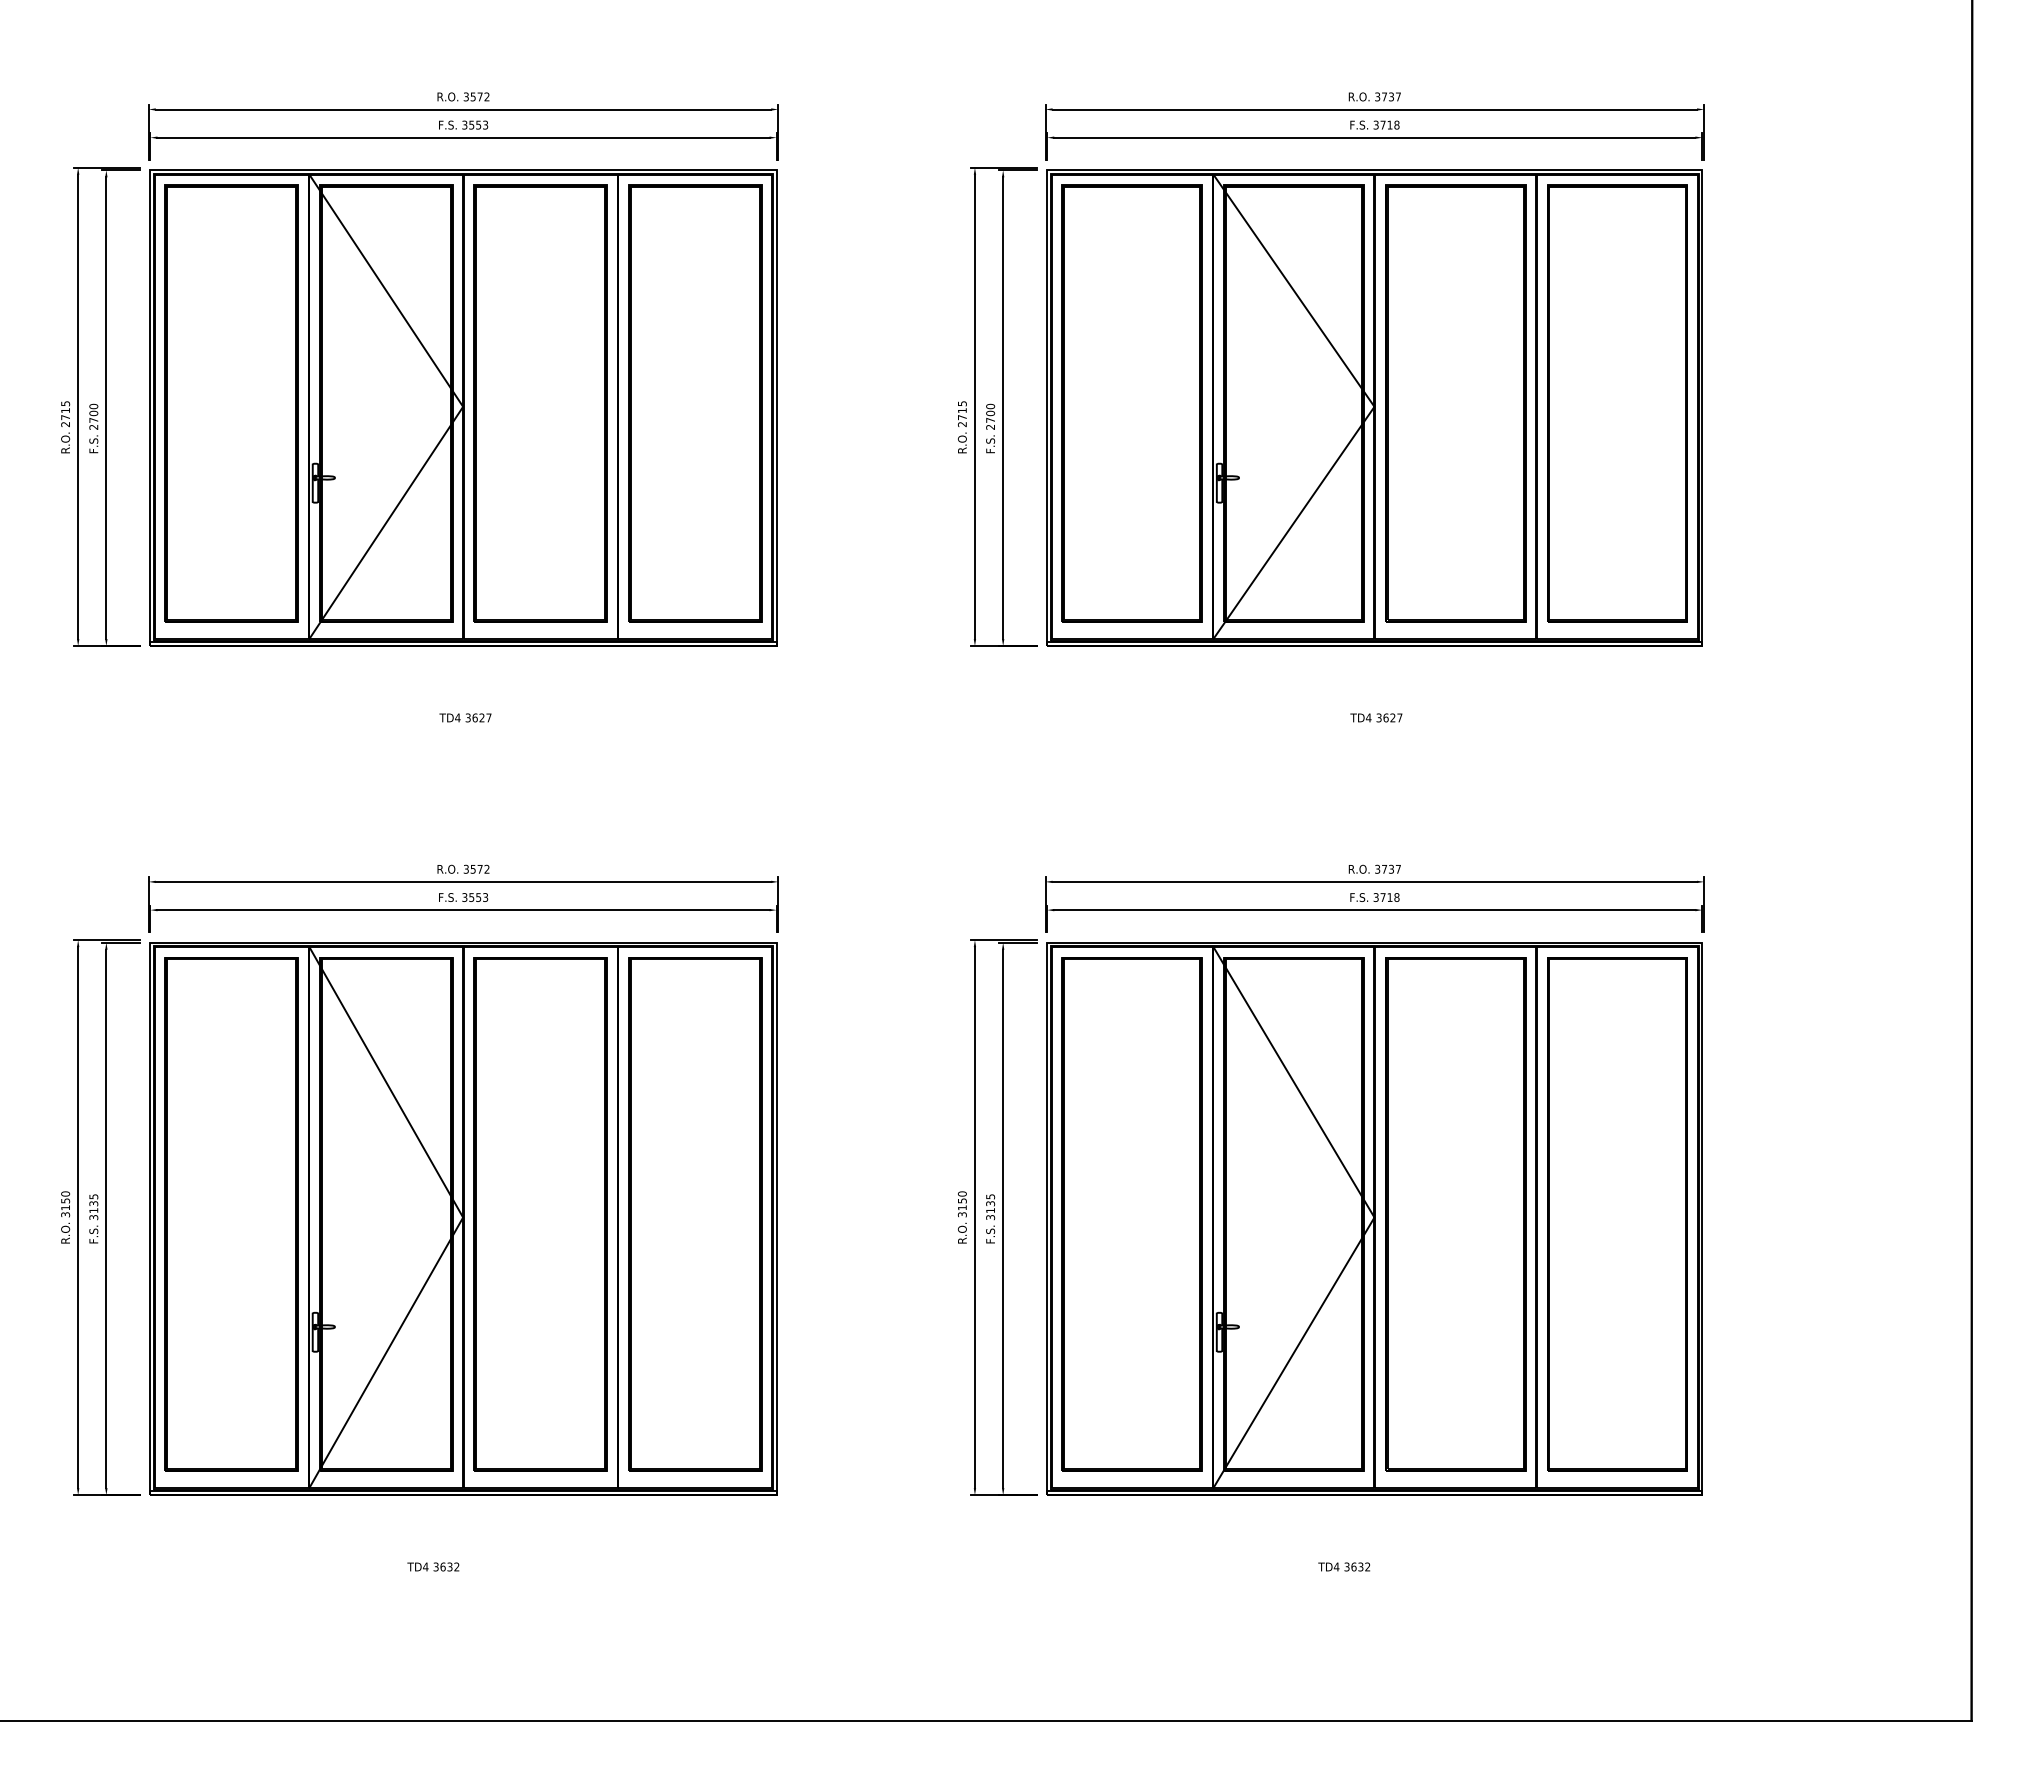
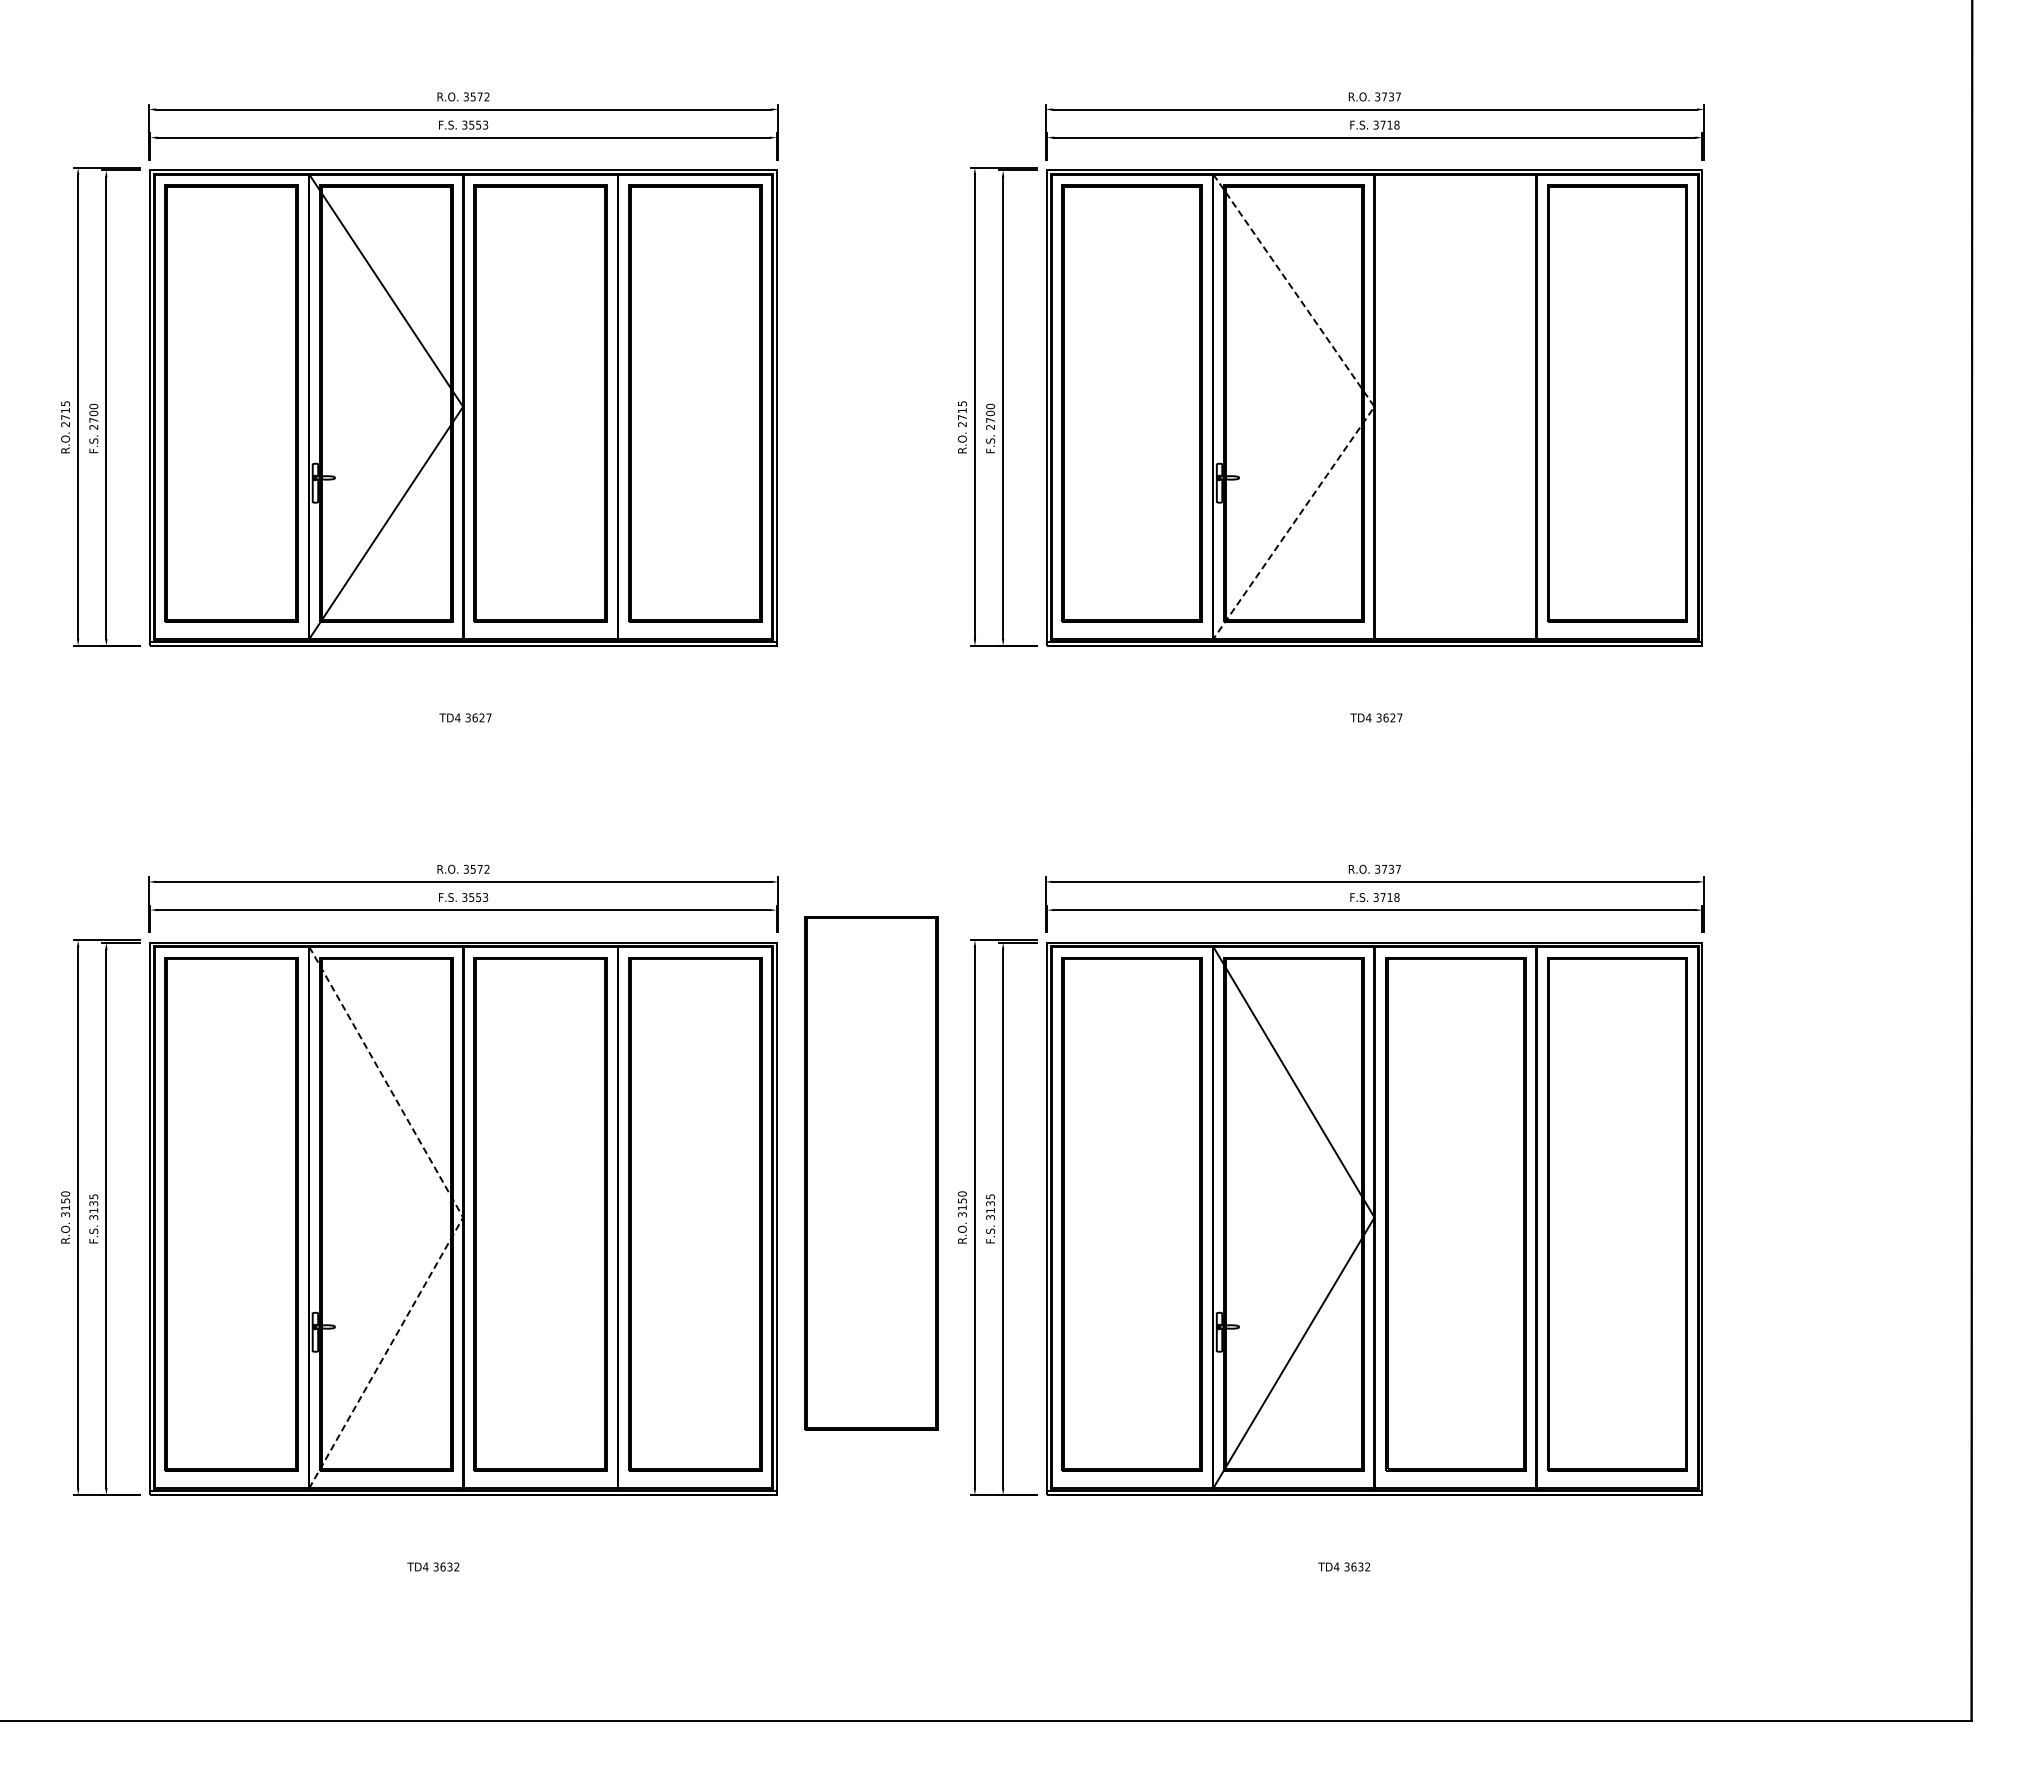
part at (1455, 403): present -> none
line at (1374, 406): solid -> dashed
part at (871, 1173): none -> present
line at (463, 1217): solid -> dashed
